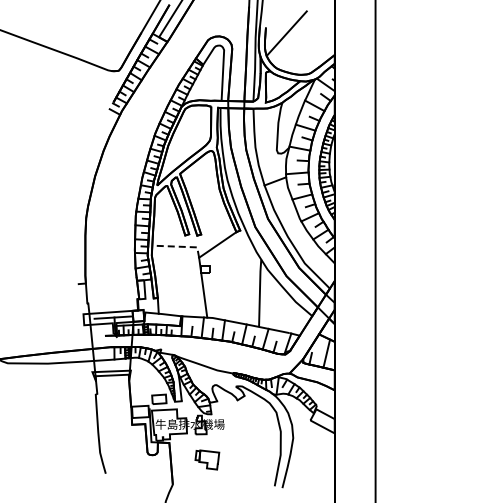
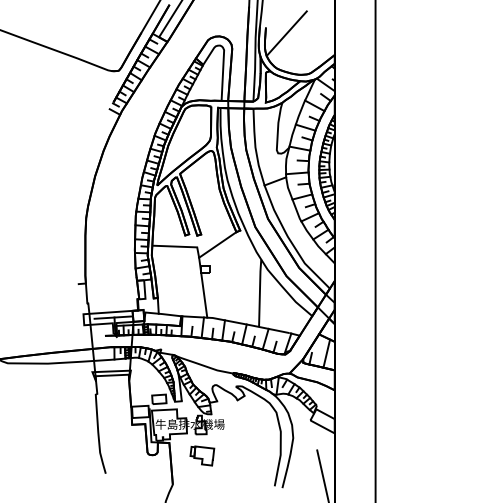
line at (180, 246): dashed -> solid
part at (207, 459) position: (207, 459) -> (202, 455)
line at (322, 474): none -> present
